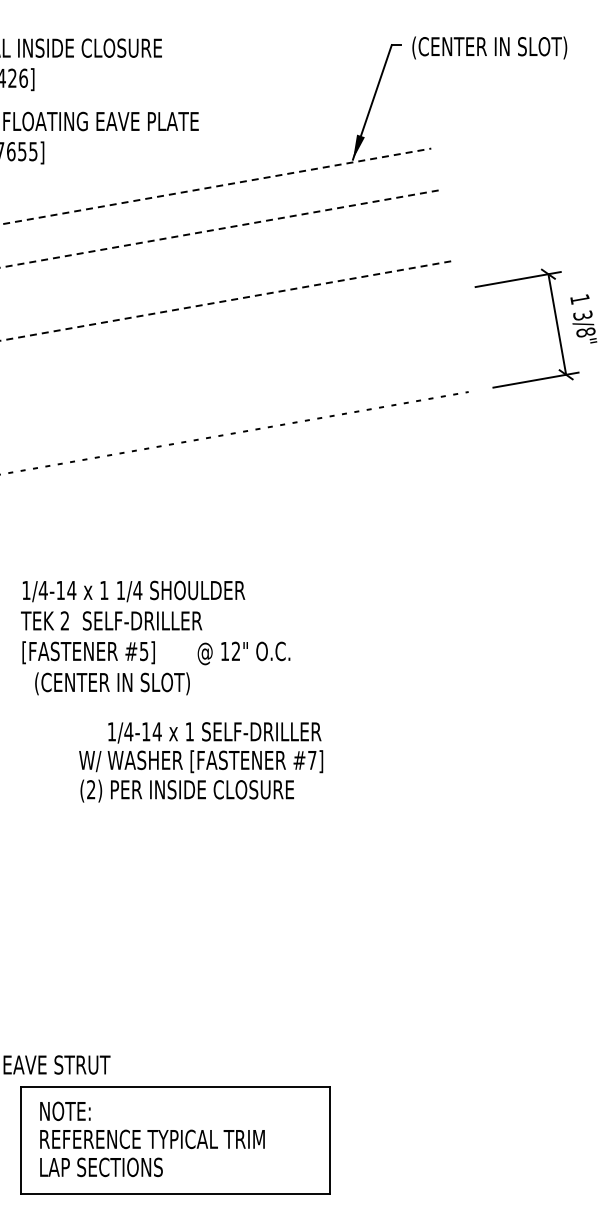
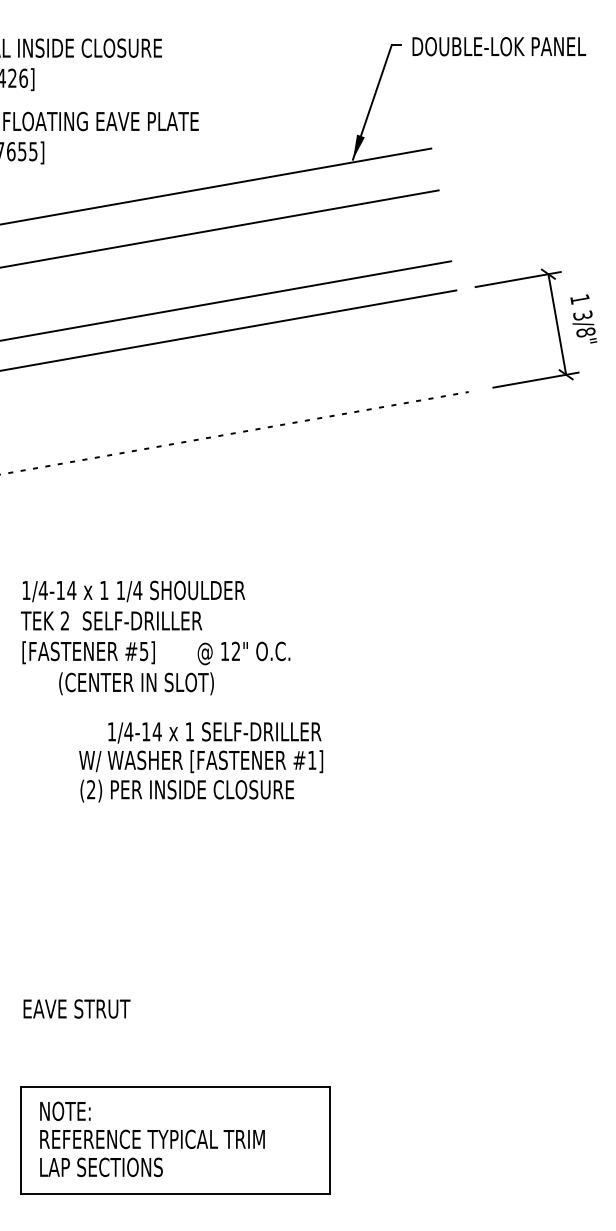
text at (499, 47): (CENTER IN SLOT) -> DOUBLE-LOK PANEL
line at (215, 186): dashed -> solid
line at (219, 229): dashed -> solid
line at (225, 301): dashed -> solid
line at (229, 330): none -> present
text at (112, 683) position: (112, 683) -> (136, 683)
text at (312, 760): #7] -> #1]
text at (56, 1064) position: (56, 1064) -> (76, 1008)
